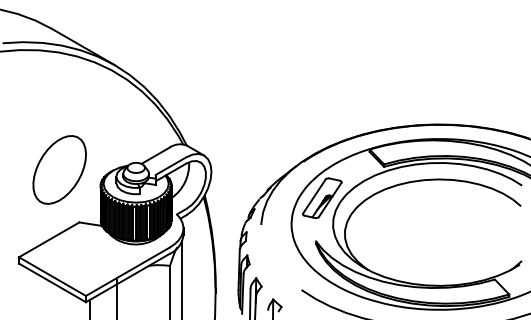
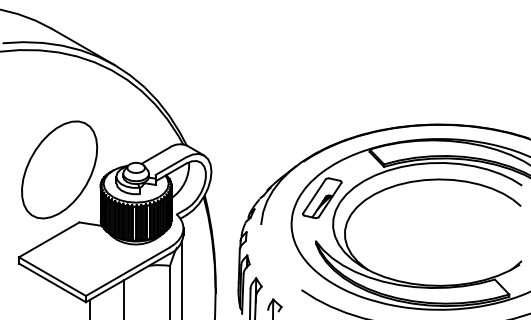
part at (59, 169) size: 55x70 px -> 78x100 px
line at (116, 298) position: (116, 298) -> (123, 298)
